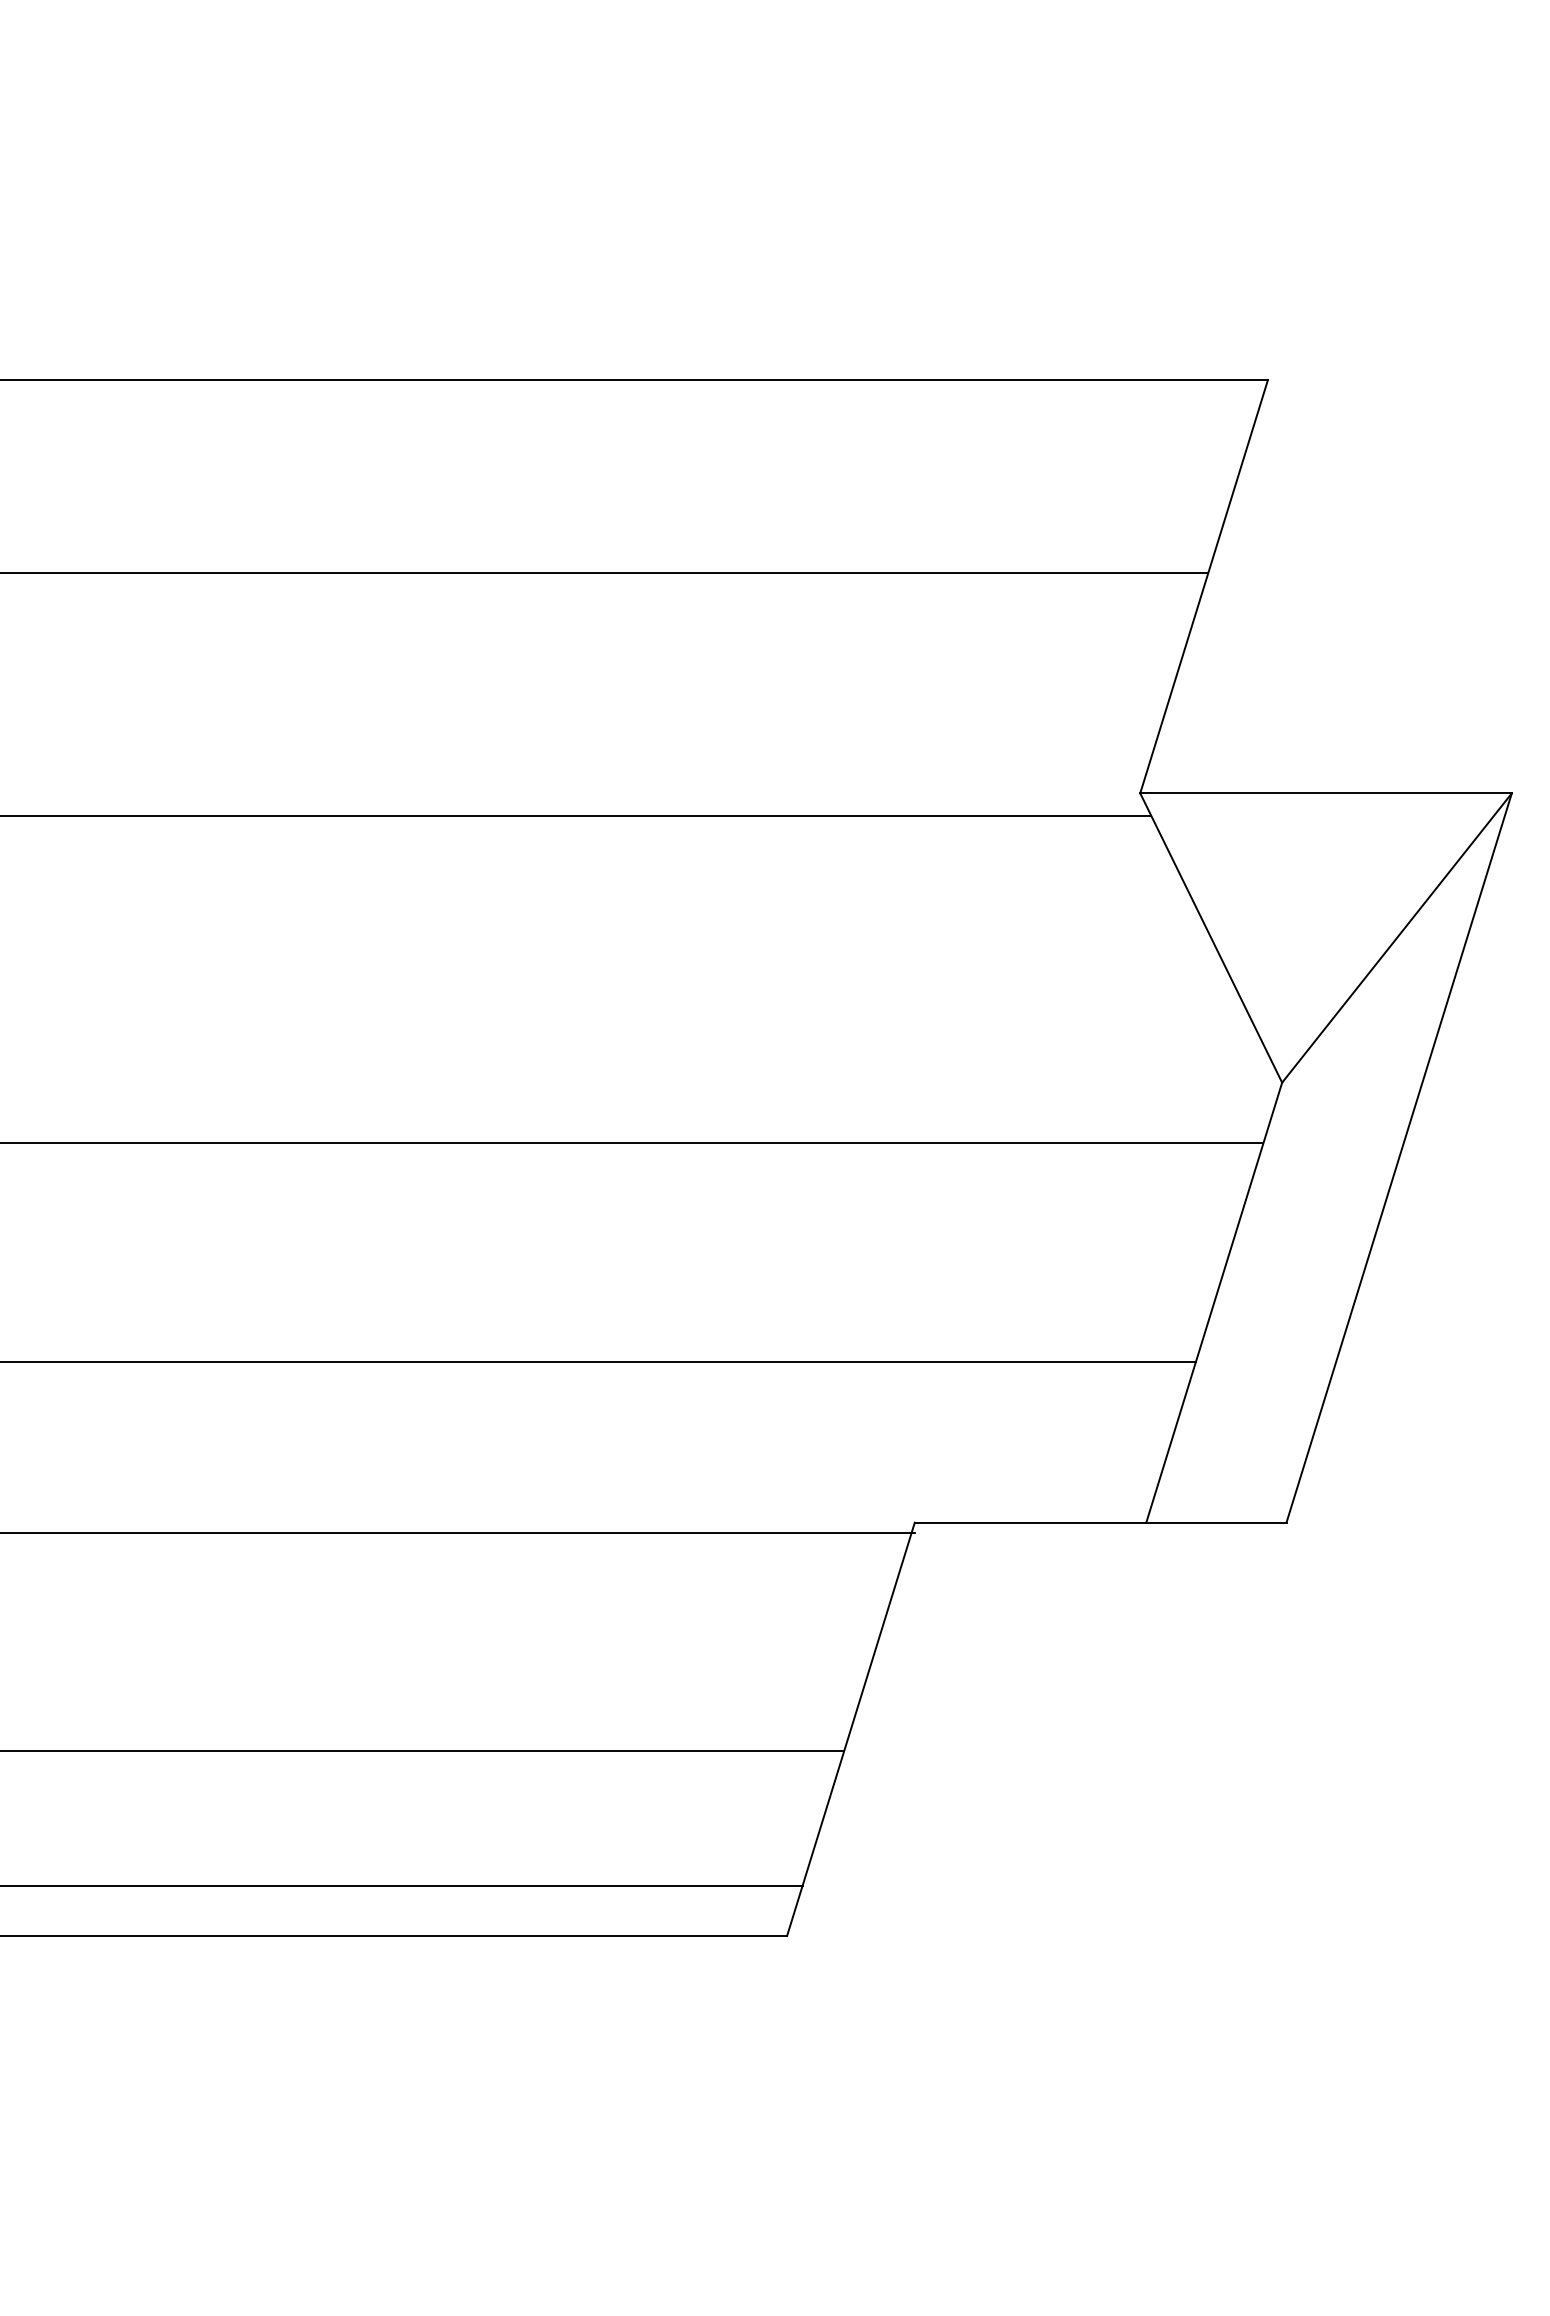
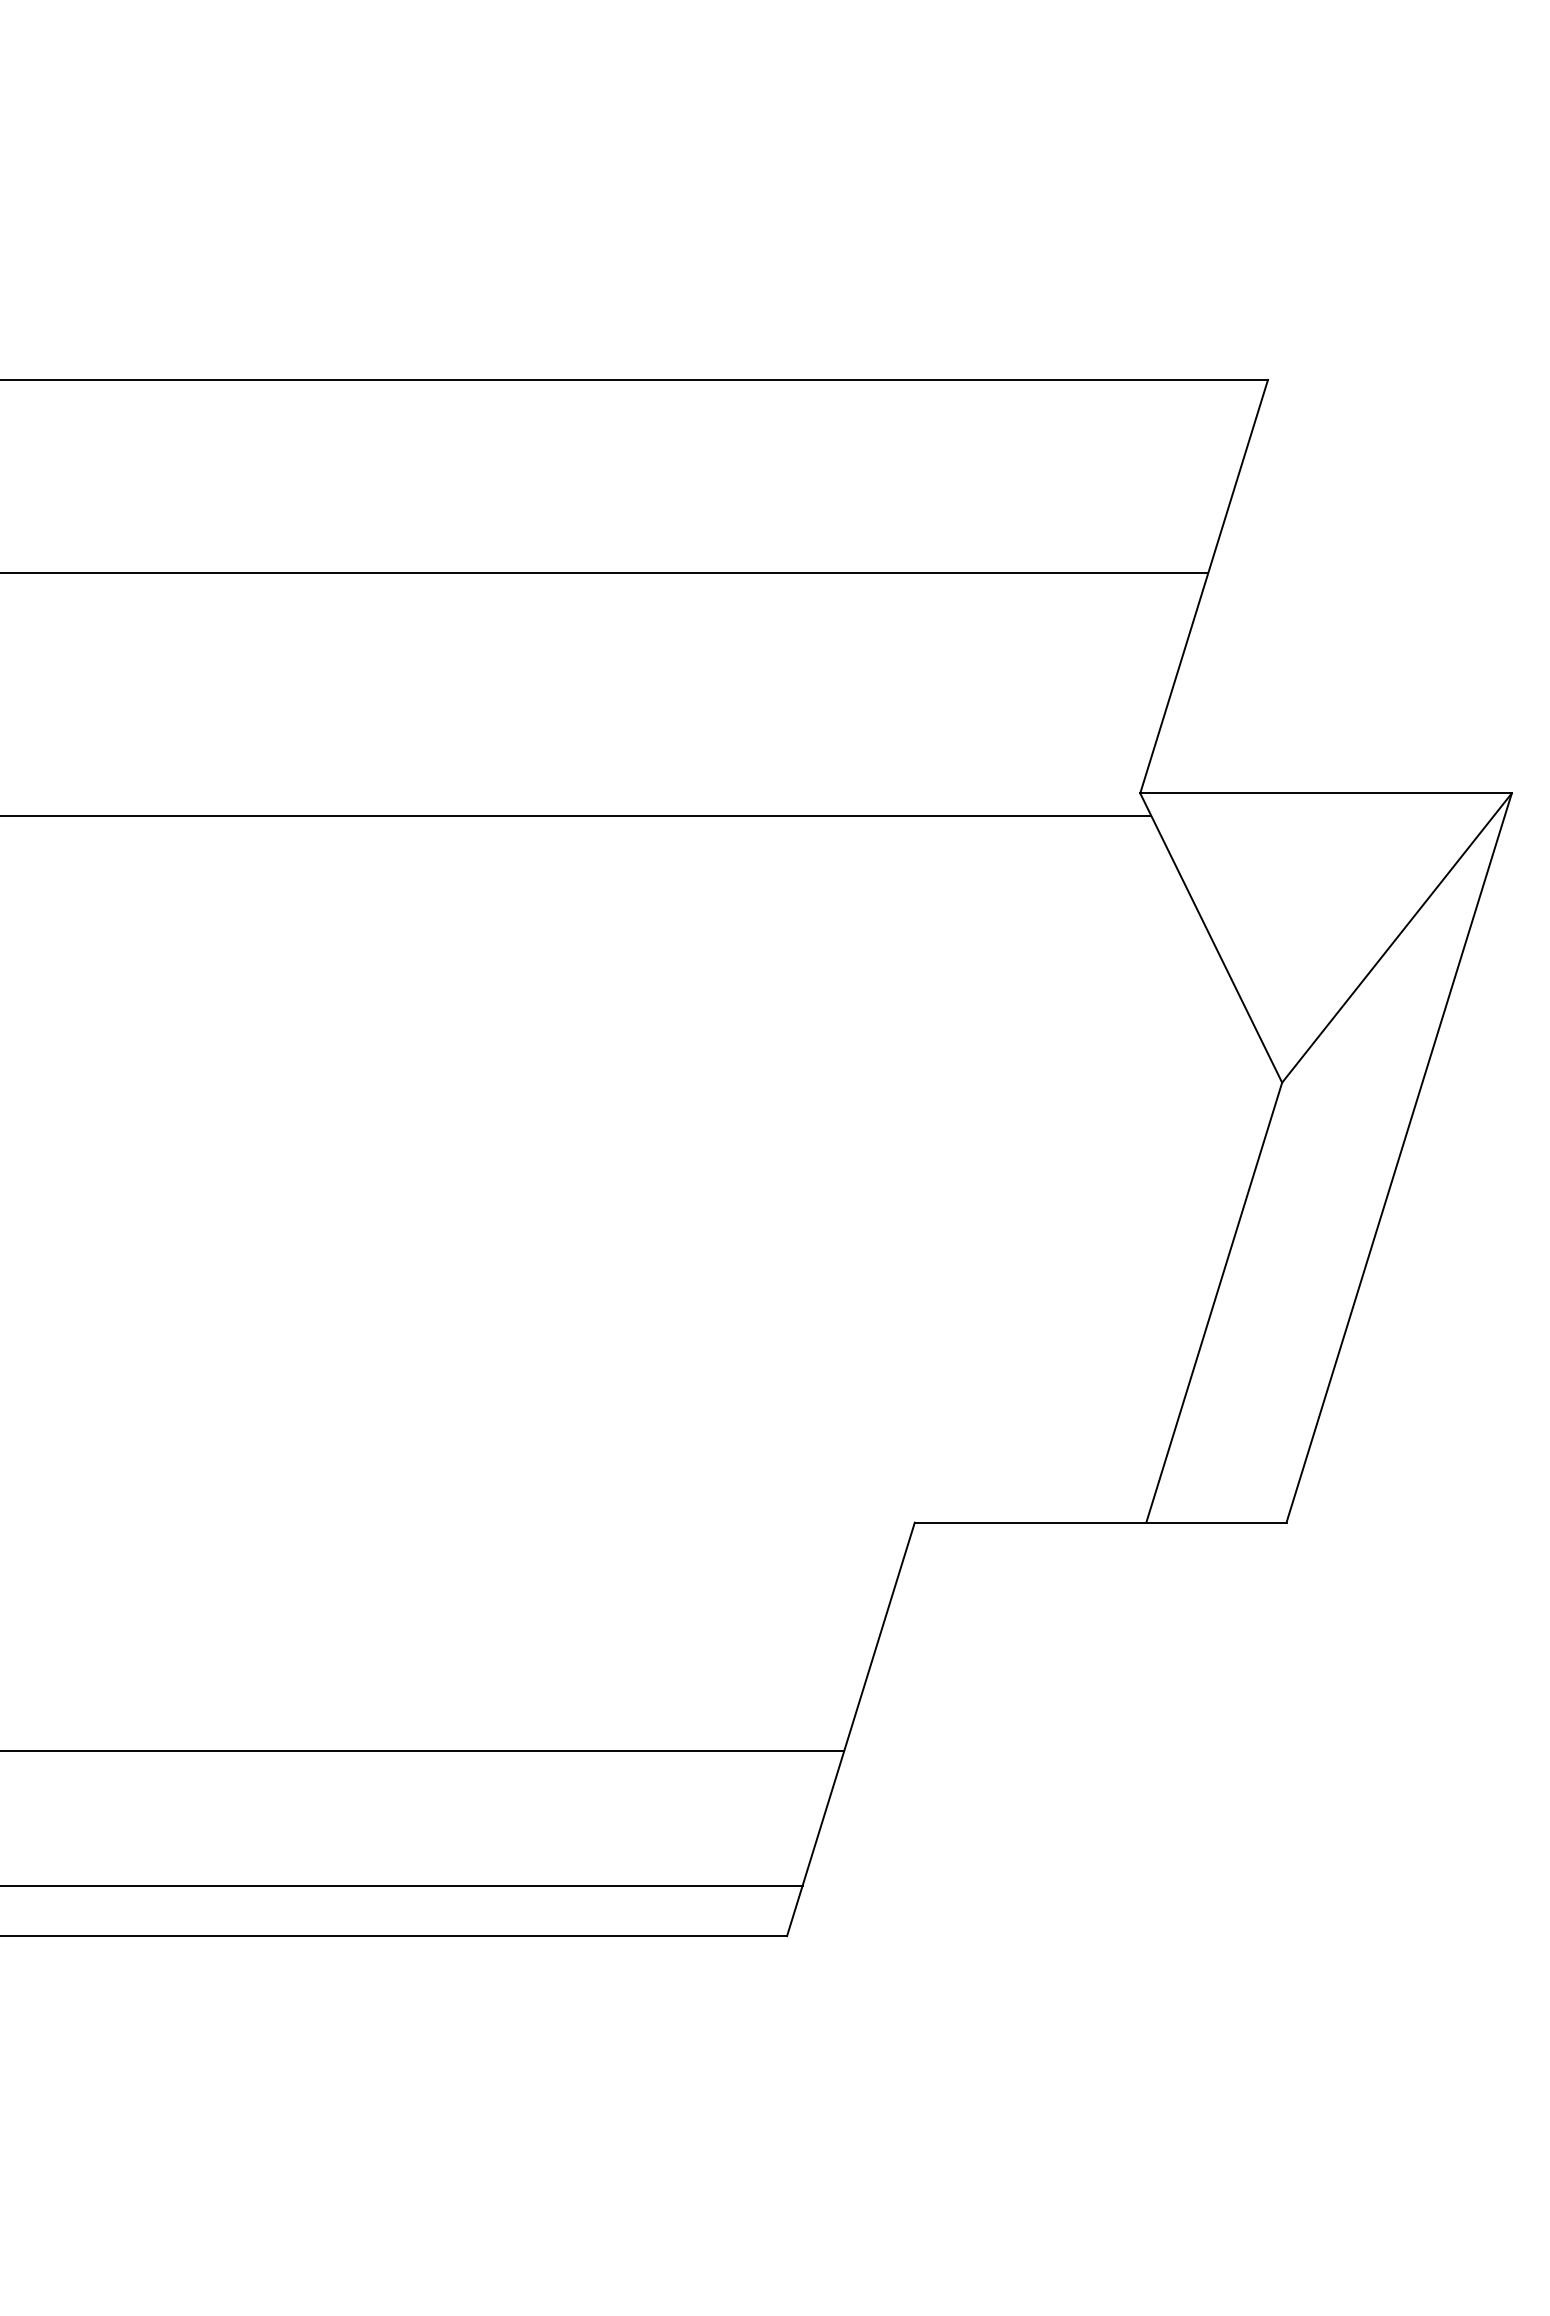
line at (632, 1143): present -> none
line at (598, 1362): present -> none
line at (458, 1532): present -> none
